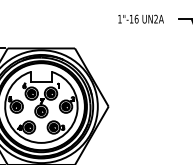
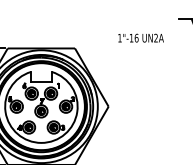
text at (140, 18) position: (140, 18) -> (140, 37)
